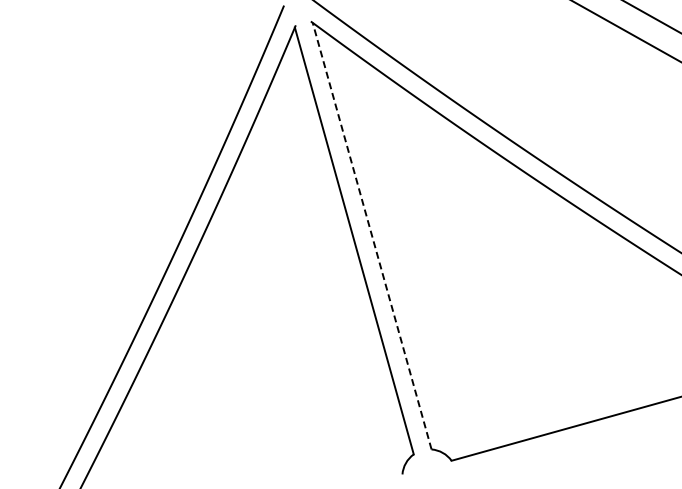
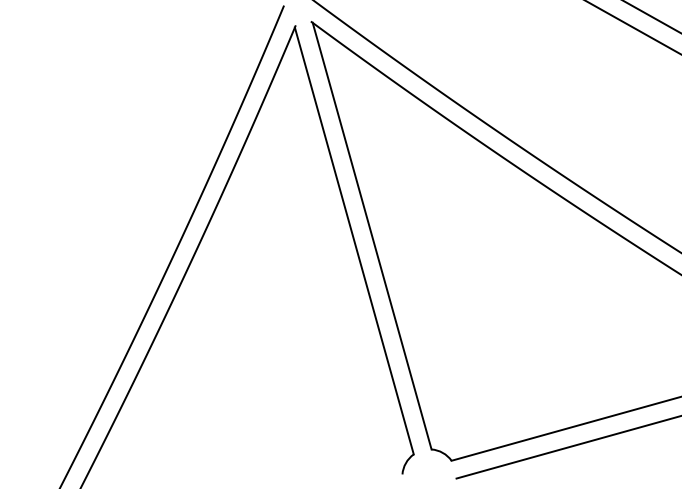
line at (626, 31) position: (626, 31) -> (633, 27)
line at (372, 235): dashed -> solid
line at (567, 447): none -> present
